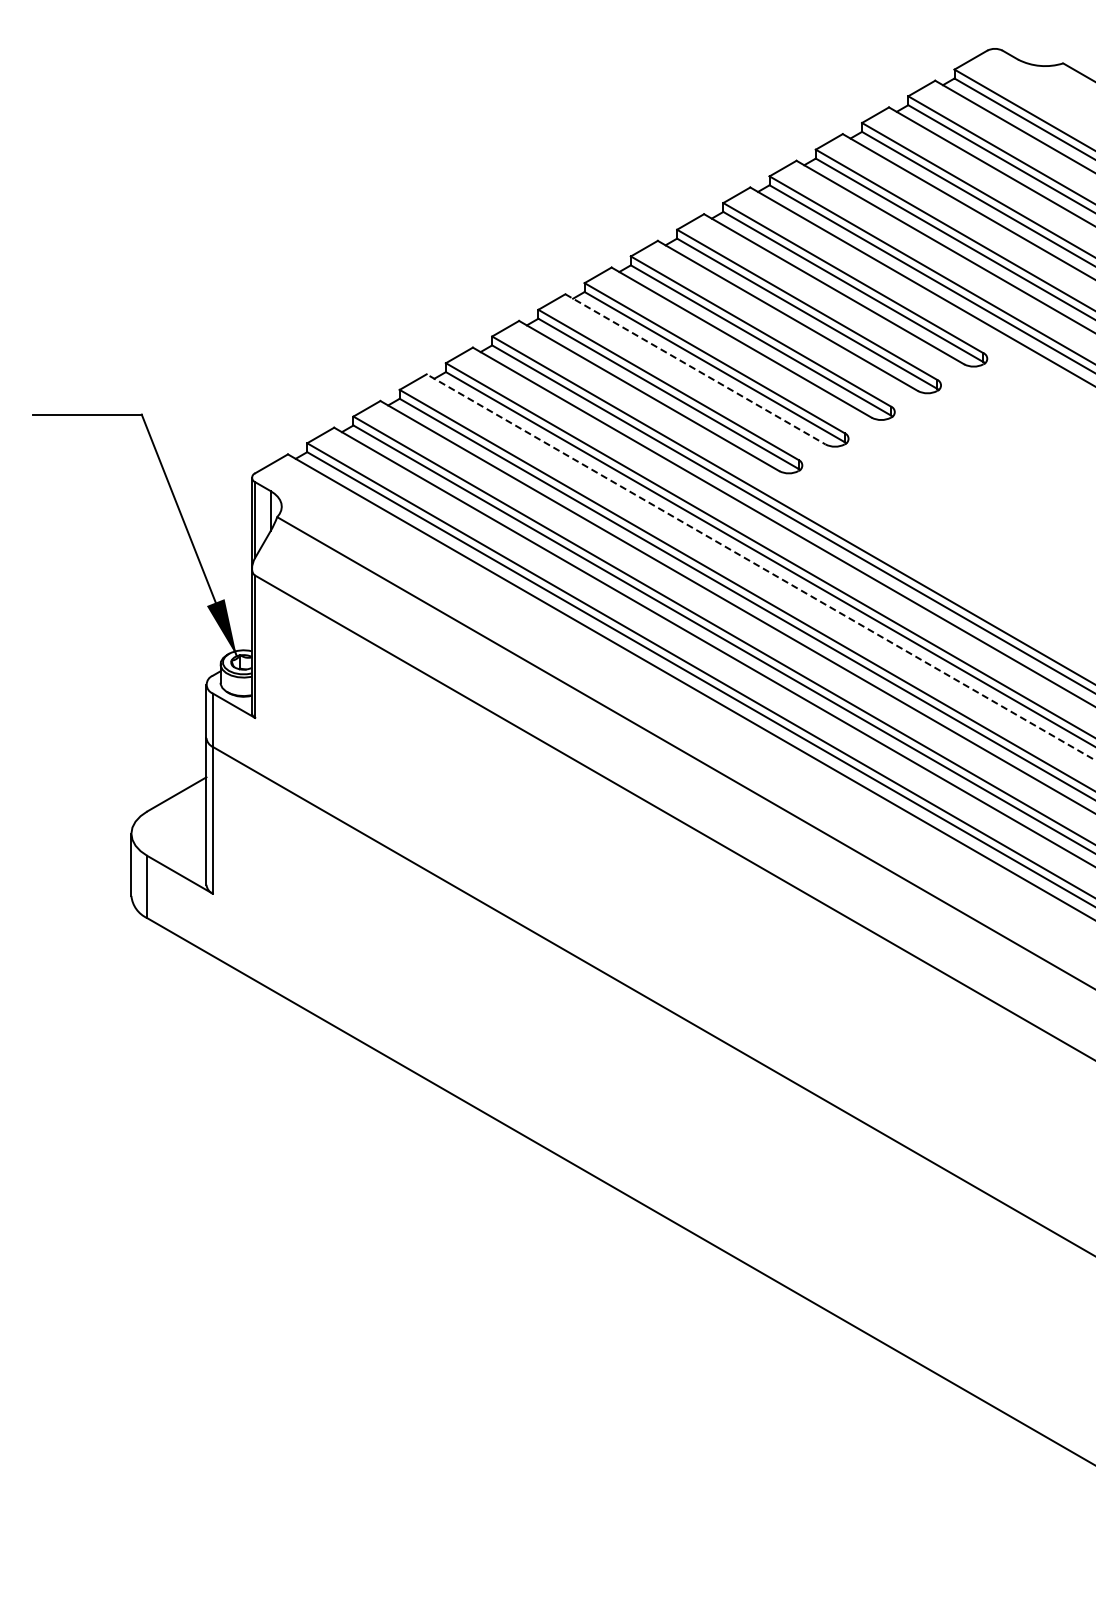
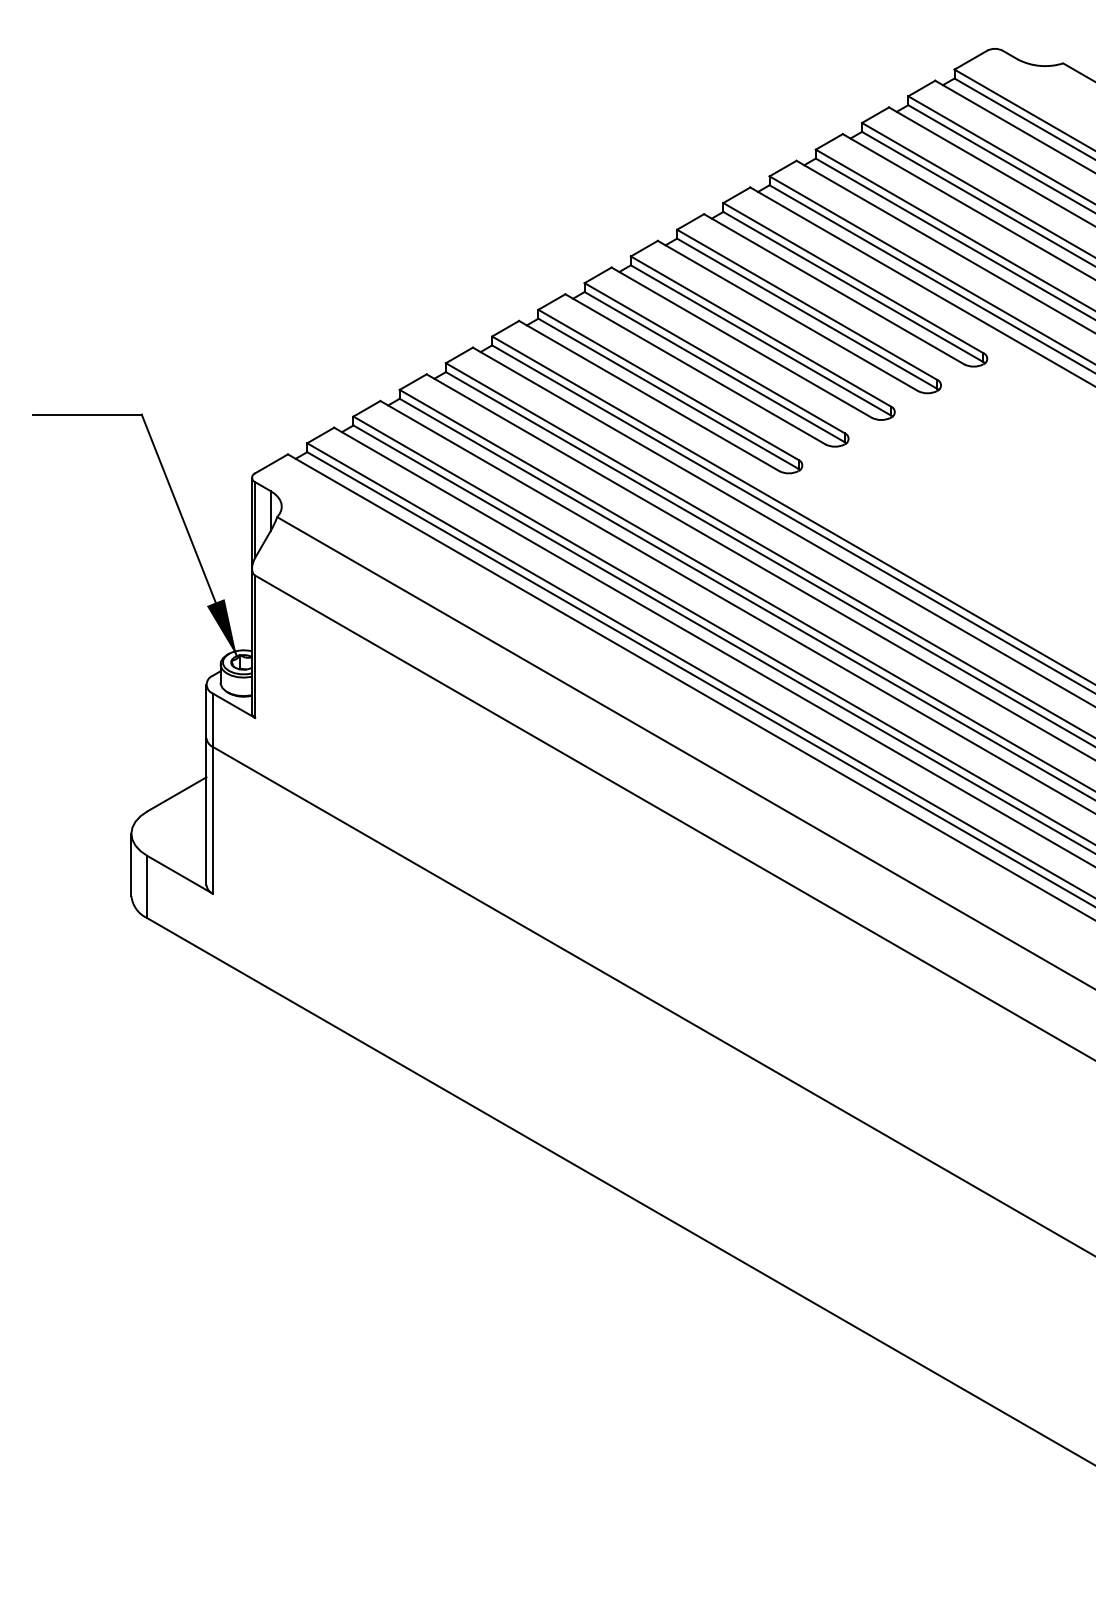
line at (695, 369): dashed -> solid
line at (760, 567): dashed -> solid
